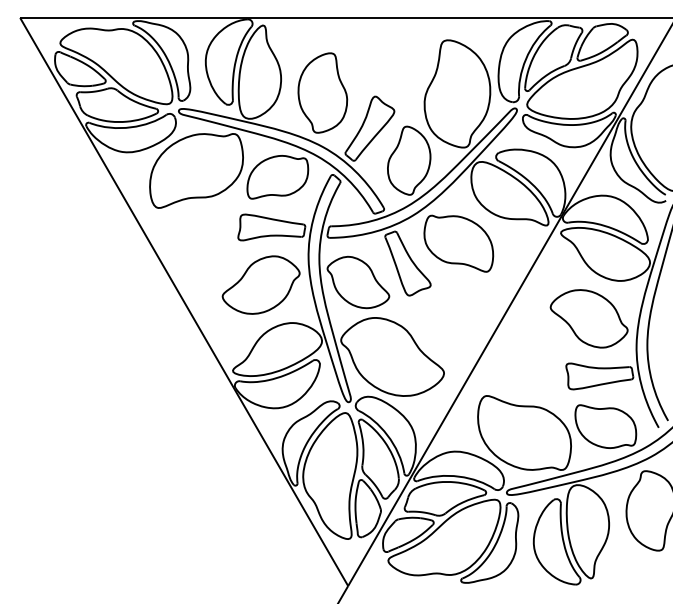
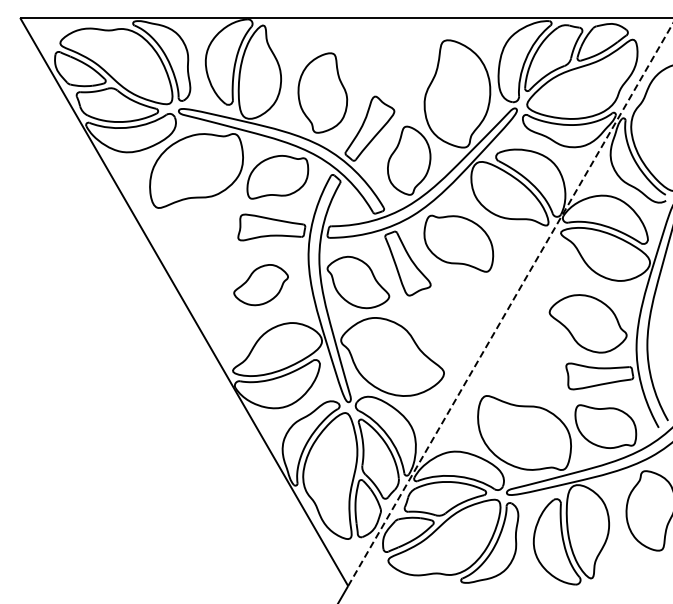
part at (260, 284) size: 80x60 px -> 56x43 px
line at (510, 305): solid -> dashed
part at (588, 318) position: (588, 318) -> (587, 323)
